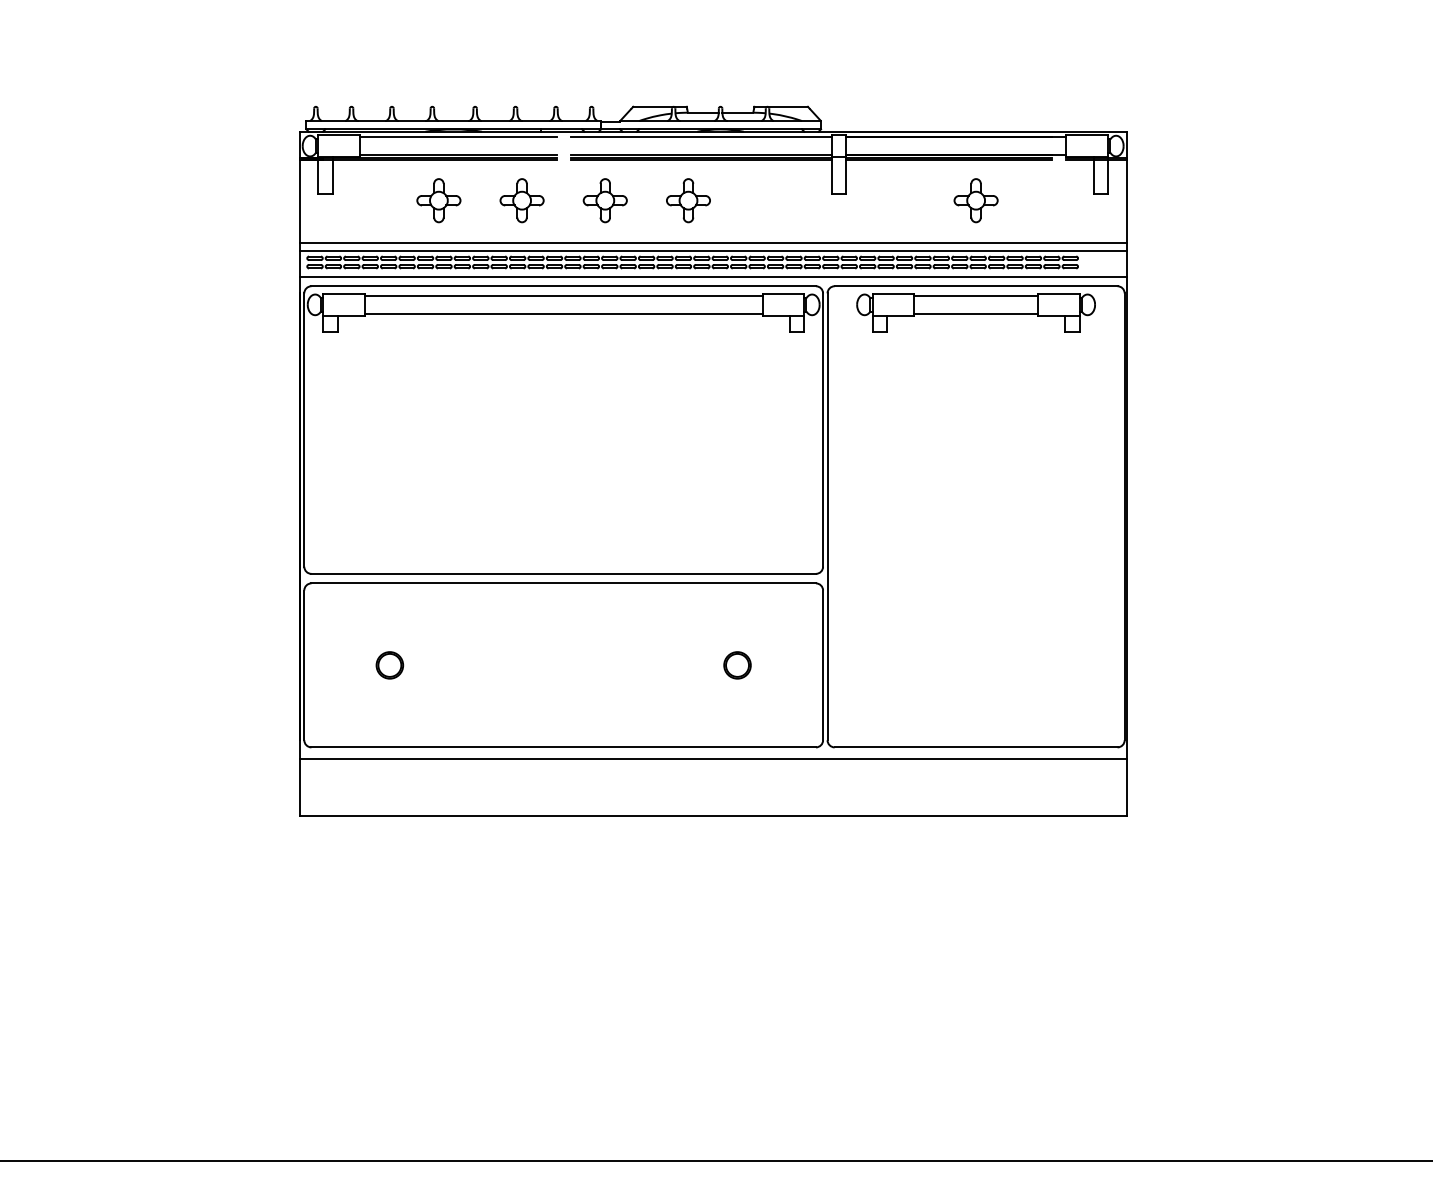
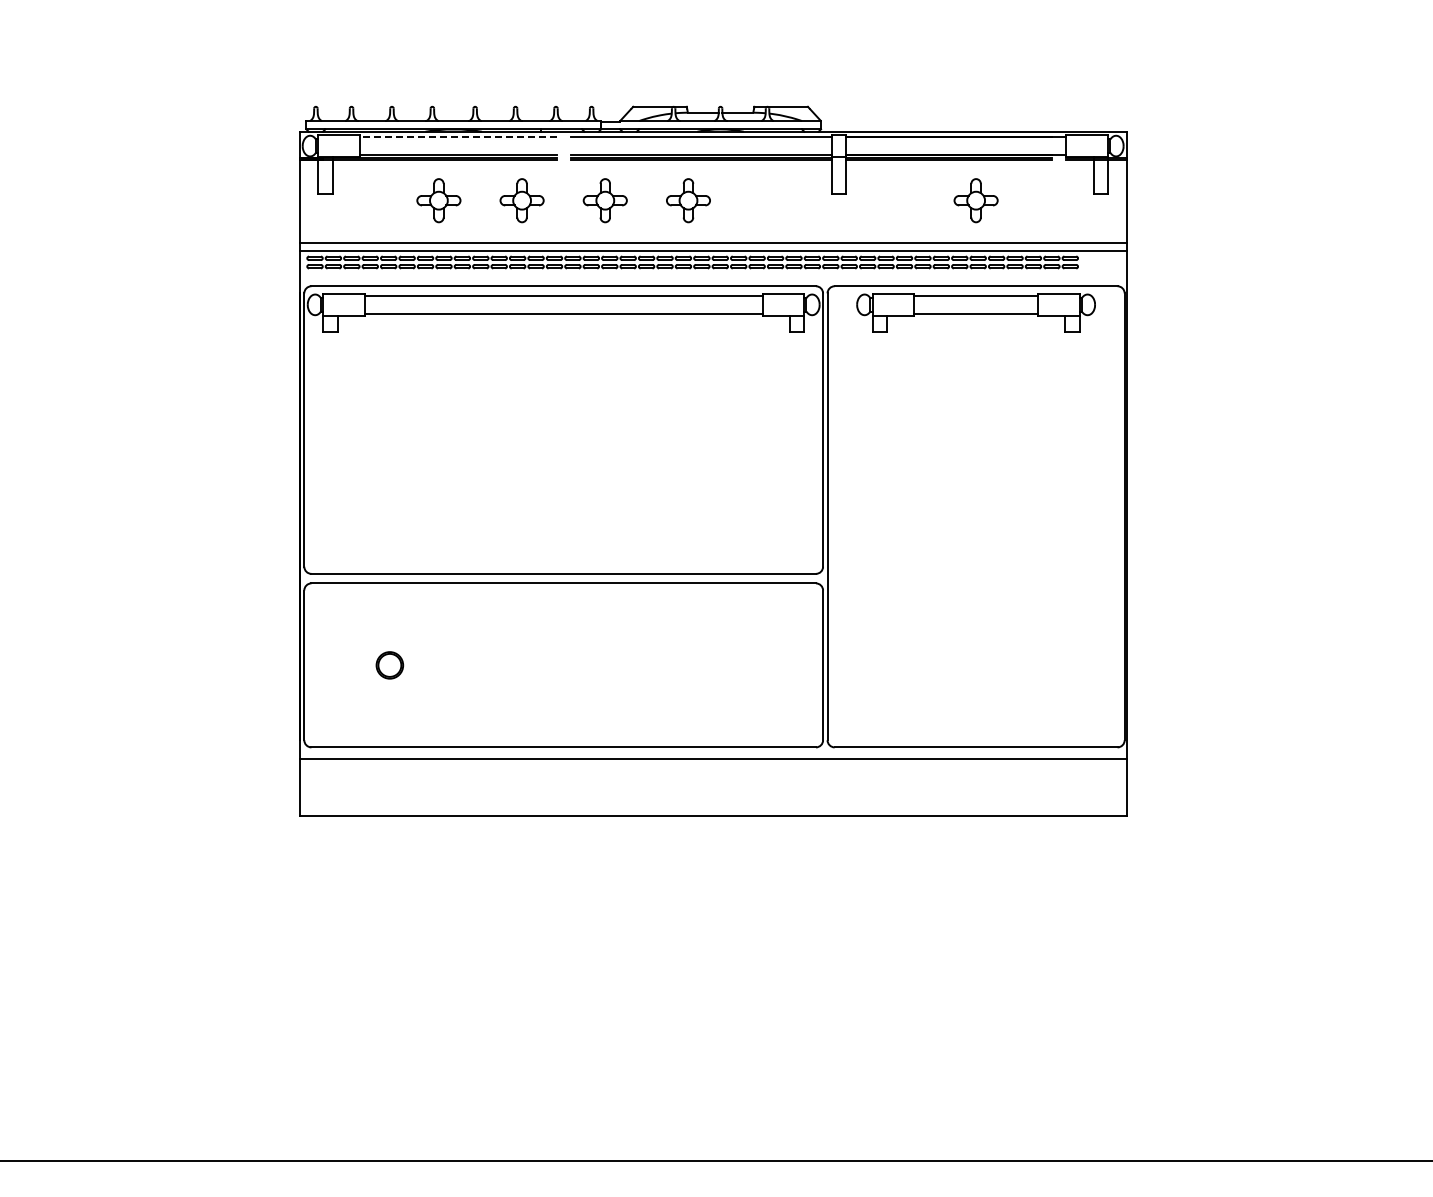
line at (457, 137): solid -> dashed
line at (713, 276): present -> none
circle at (737, 665): present -> none
